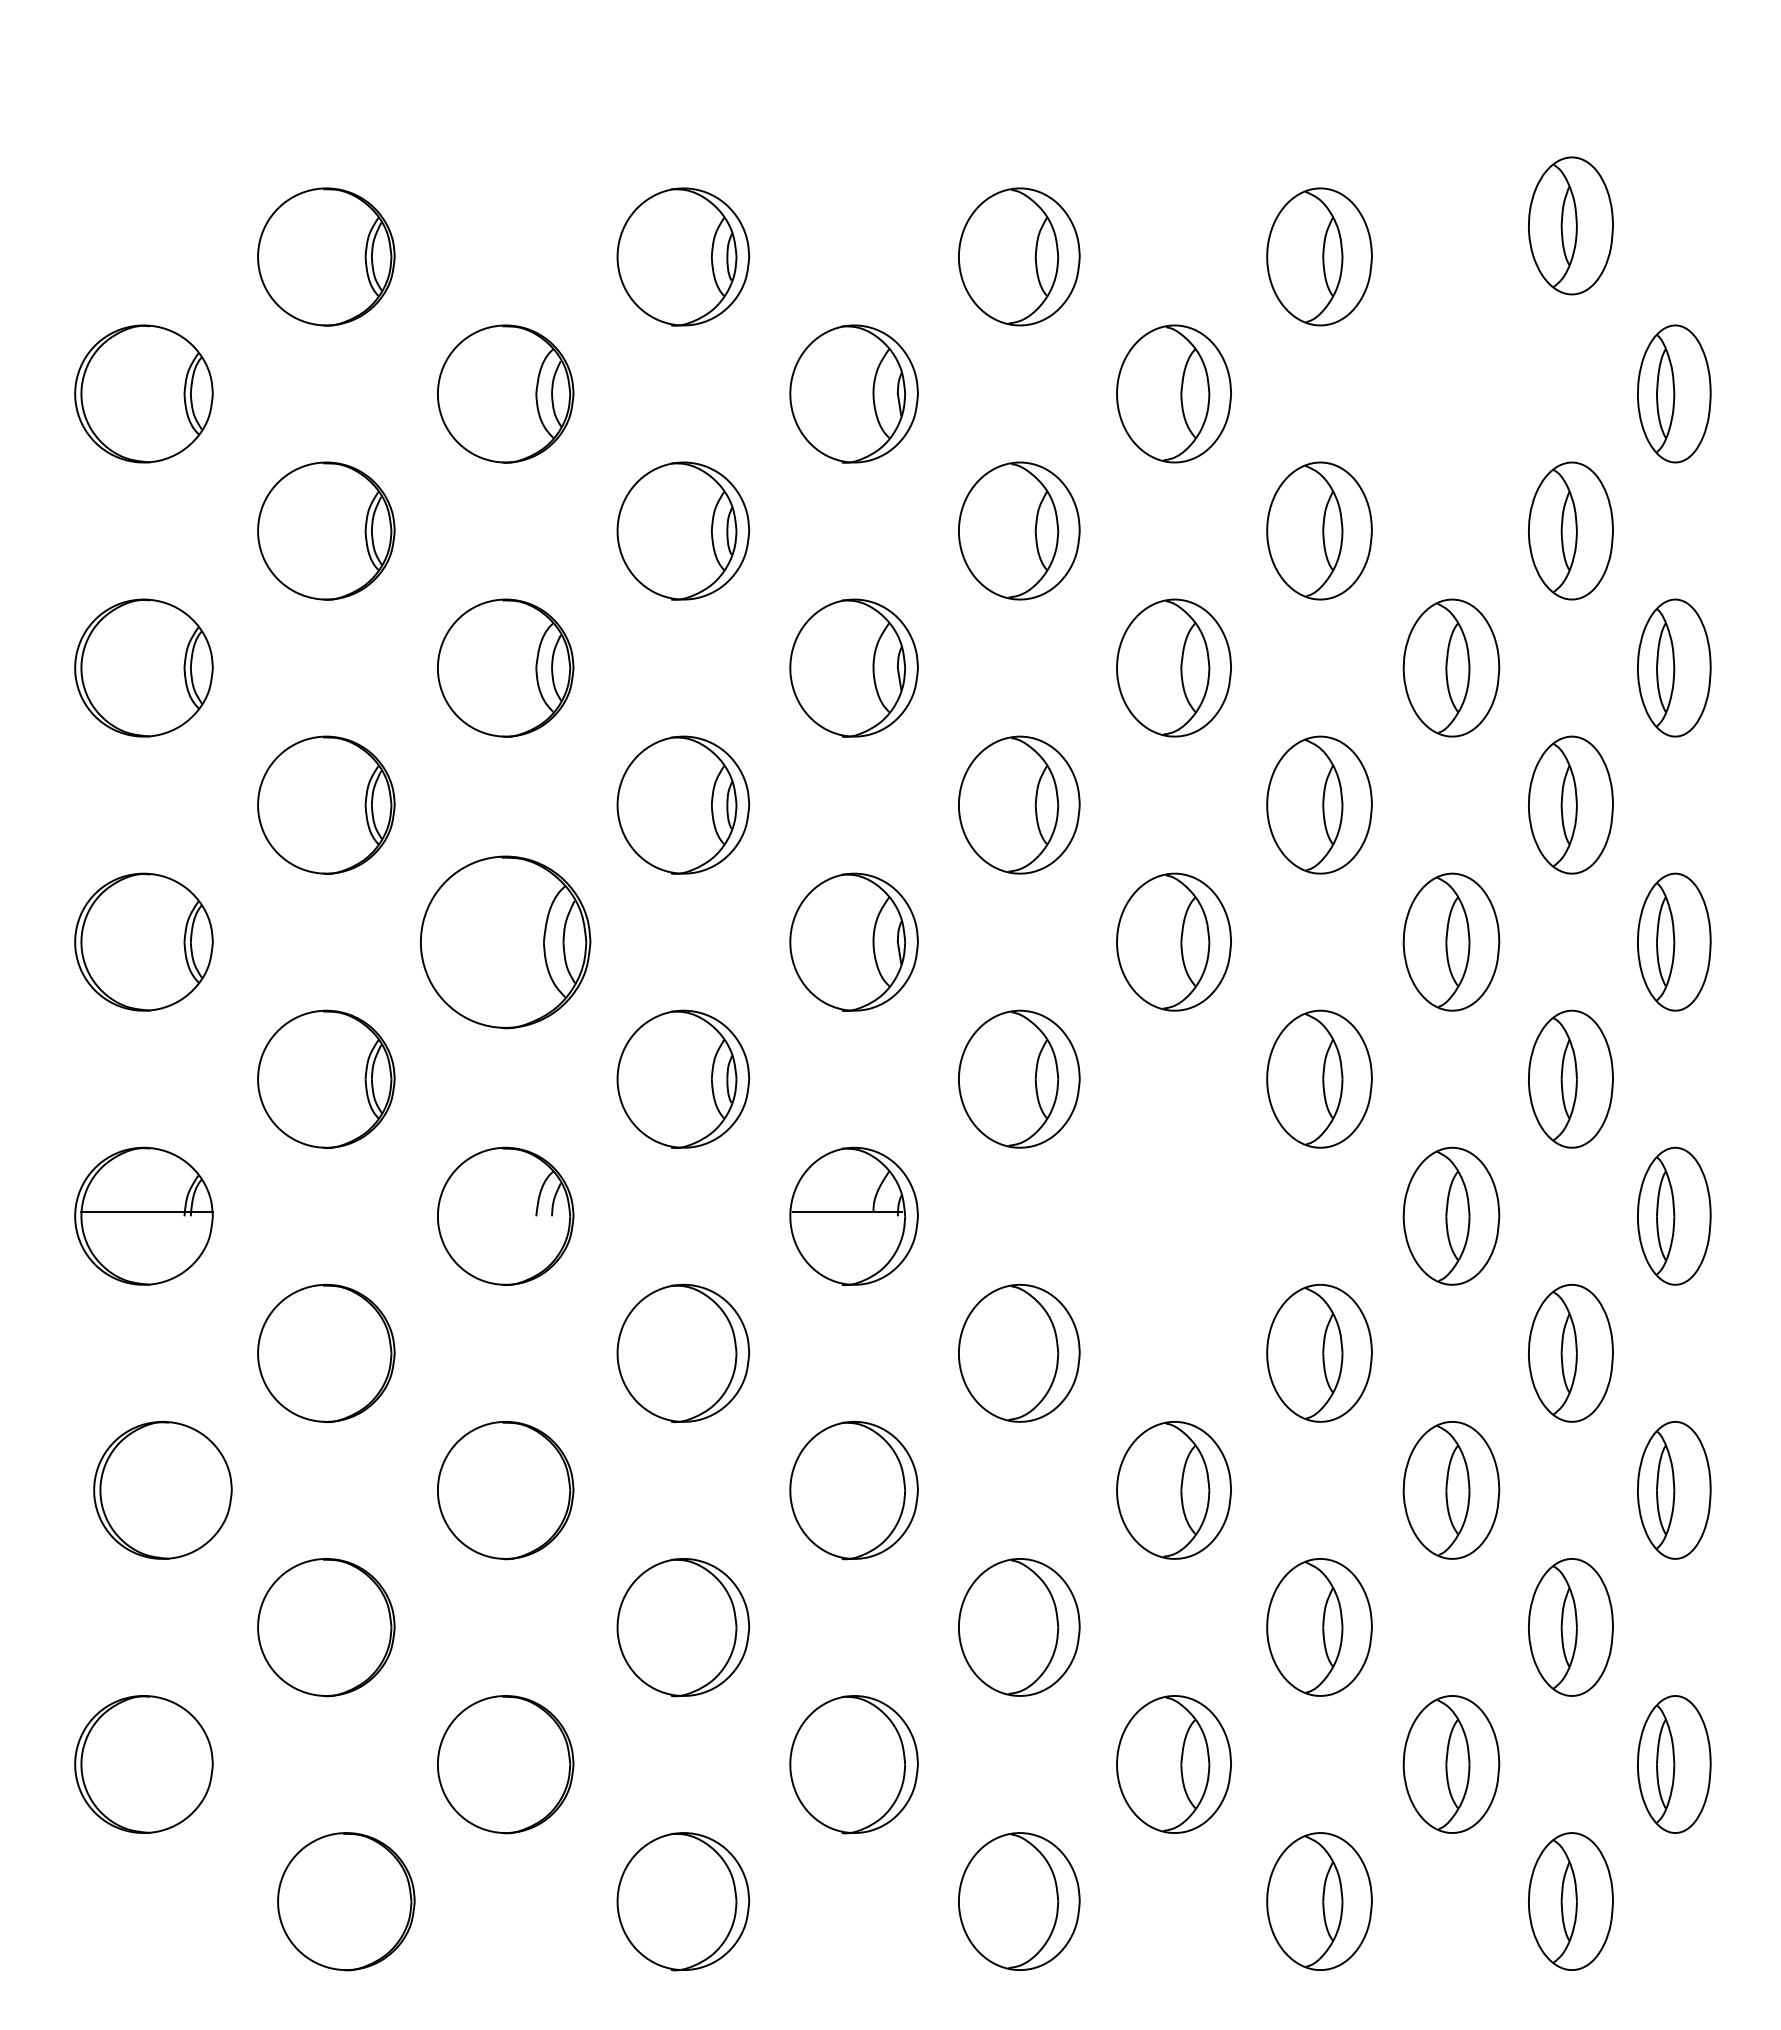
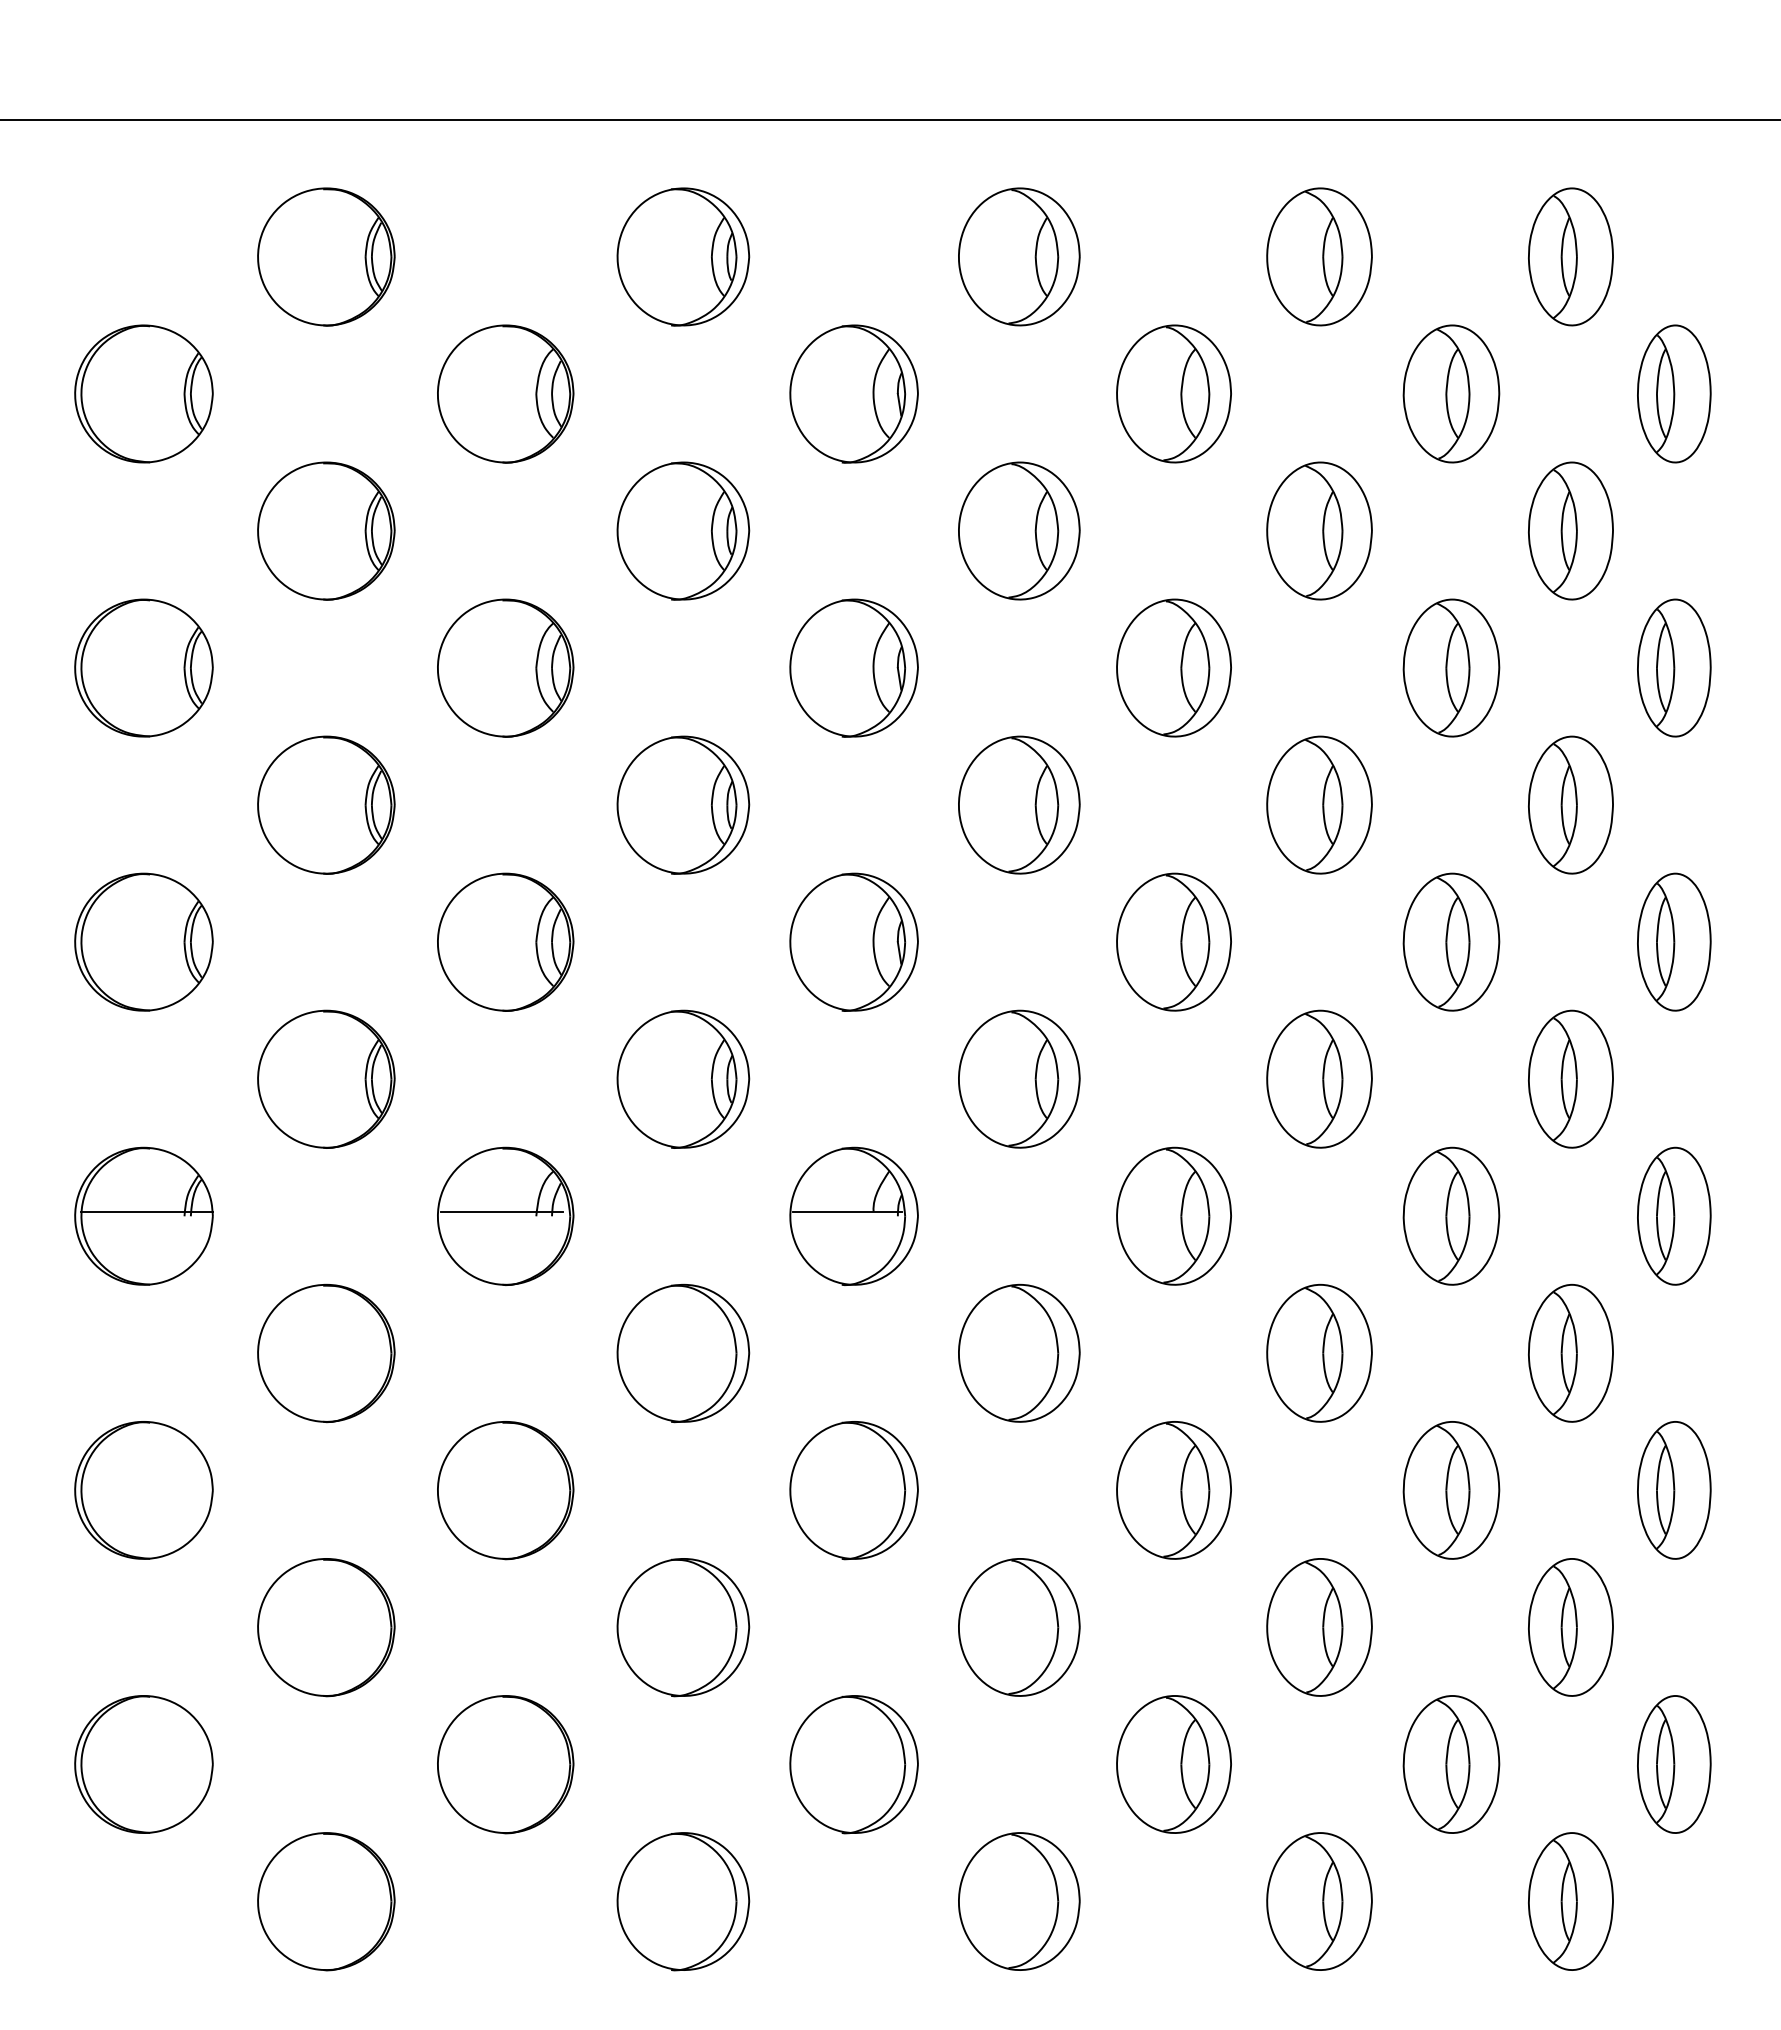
line at (889, 119): none -> present
part at (1570, 225) position: (1570, 225) -> (1570, 256)
part at (1451, 393): none -> present
part at (505, 942) size: 172x175 px -> 138x140 px
line at (502, 1211): none -> present
part at (1173, 1215): none -> present
part at (162, 1490) position: (162, 1490) -> (143, 1490)
part at (346, 1901) position: (346, 1901) -> (326, 1901)
